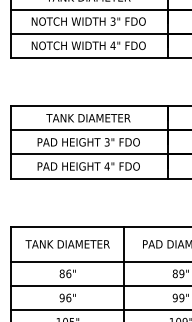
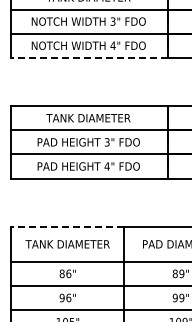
line at (89, 57): solid -> dashed
line at (67, 226): solid -> dashed
